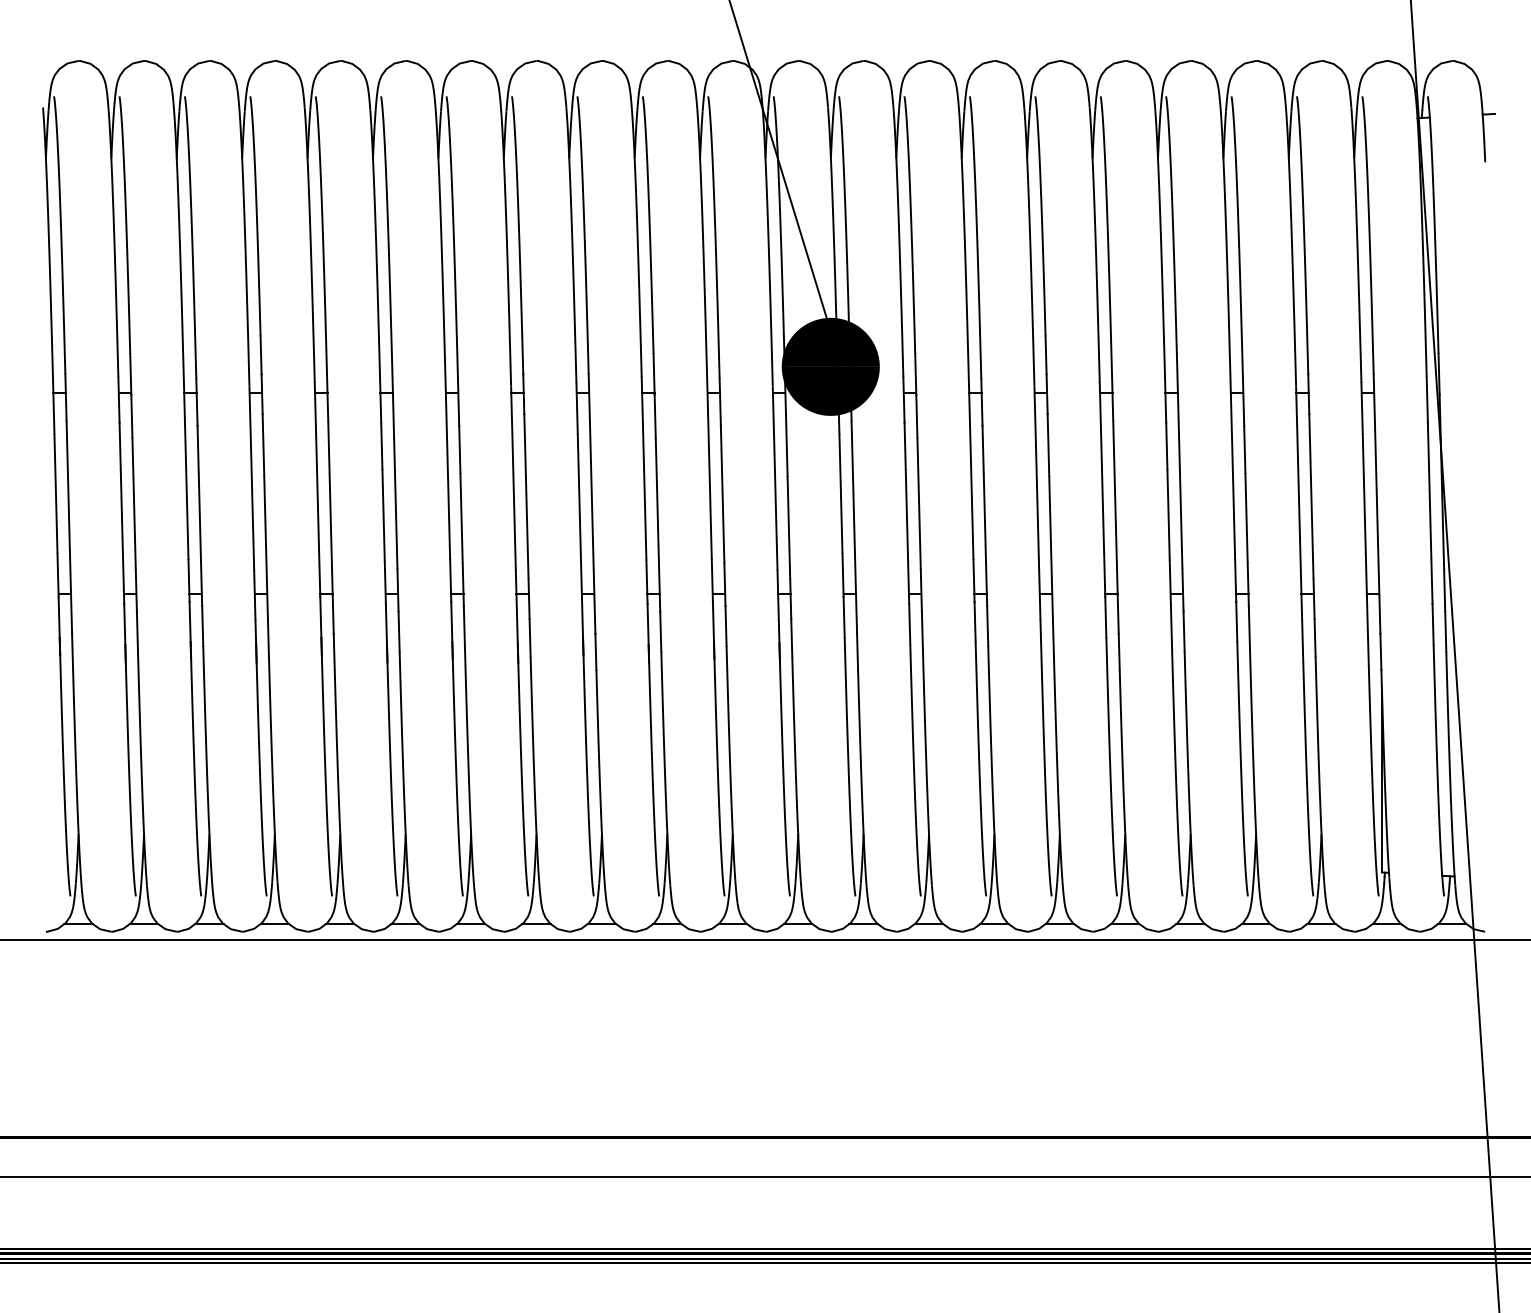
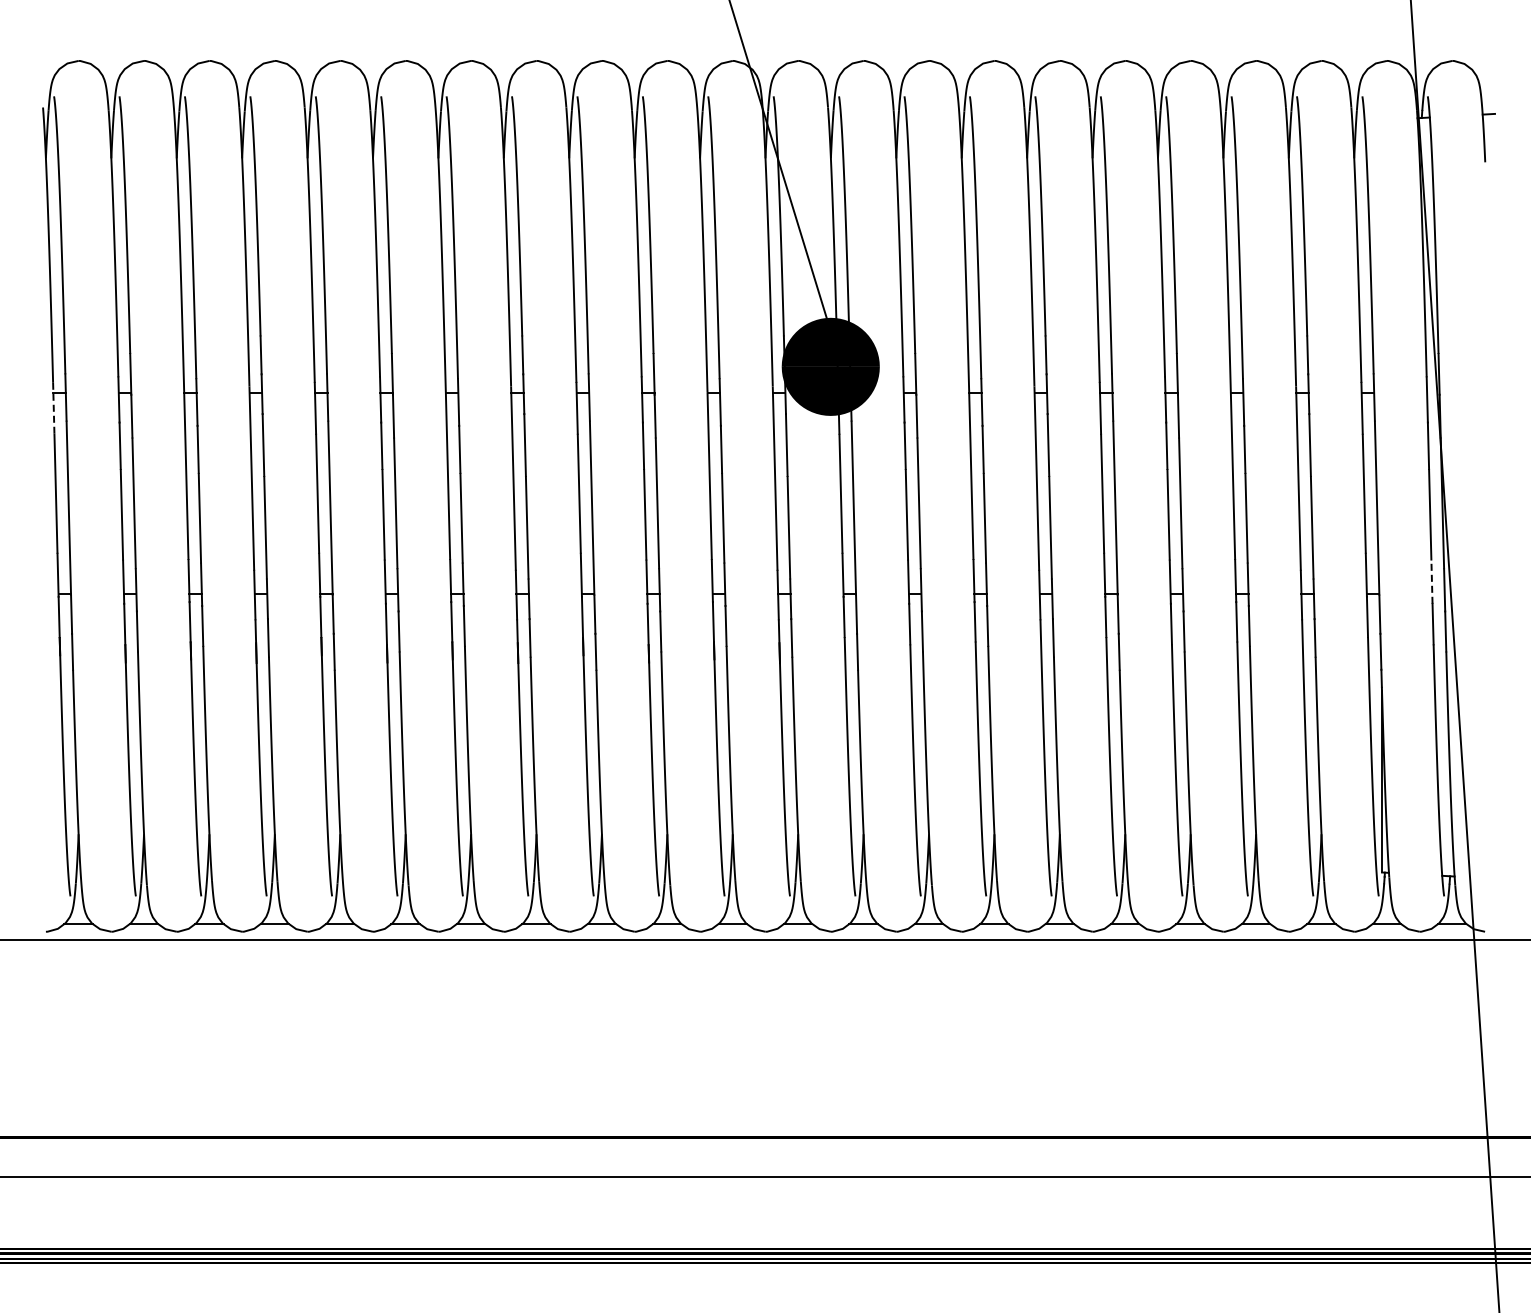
line at (53, 407): solid -> dashed
line at (1431, 582): solid -> dashed
